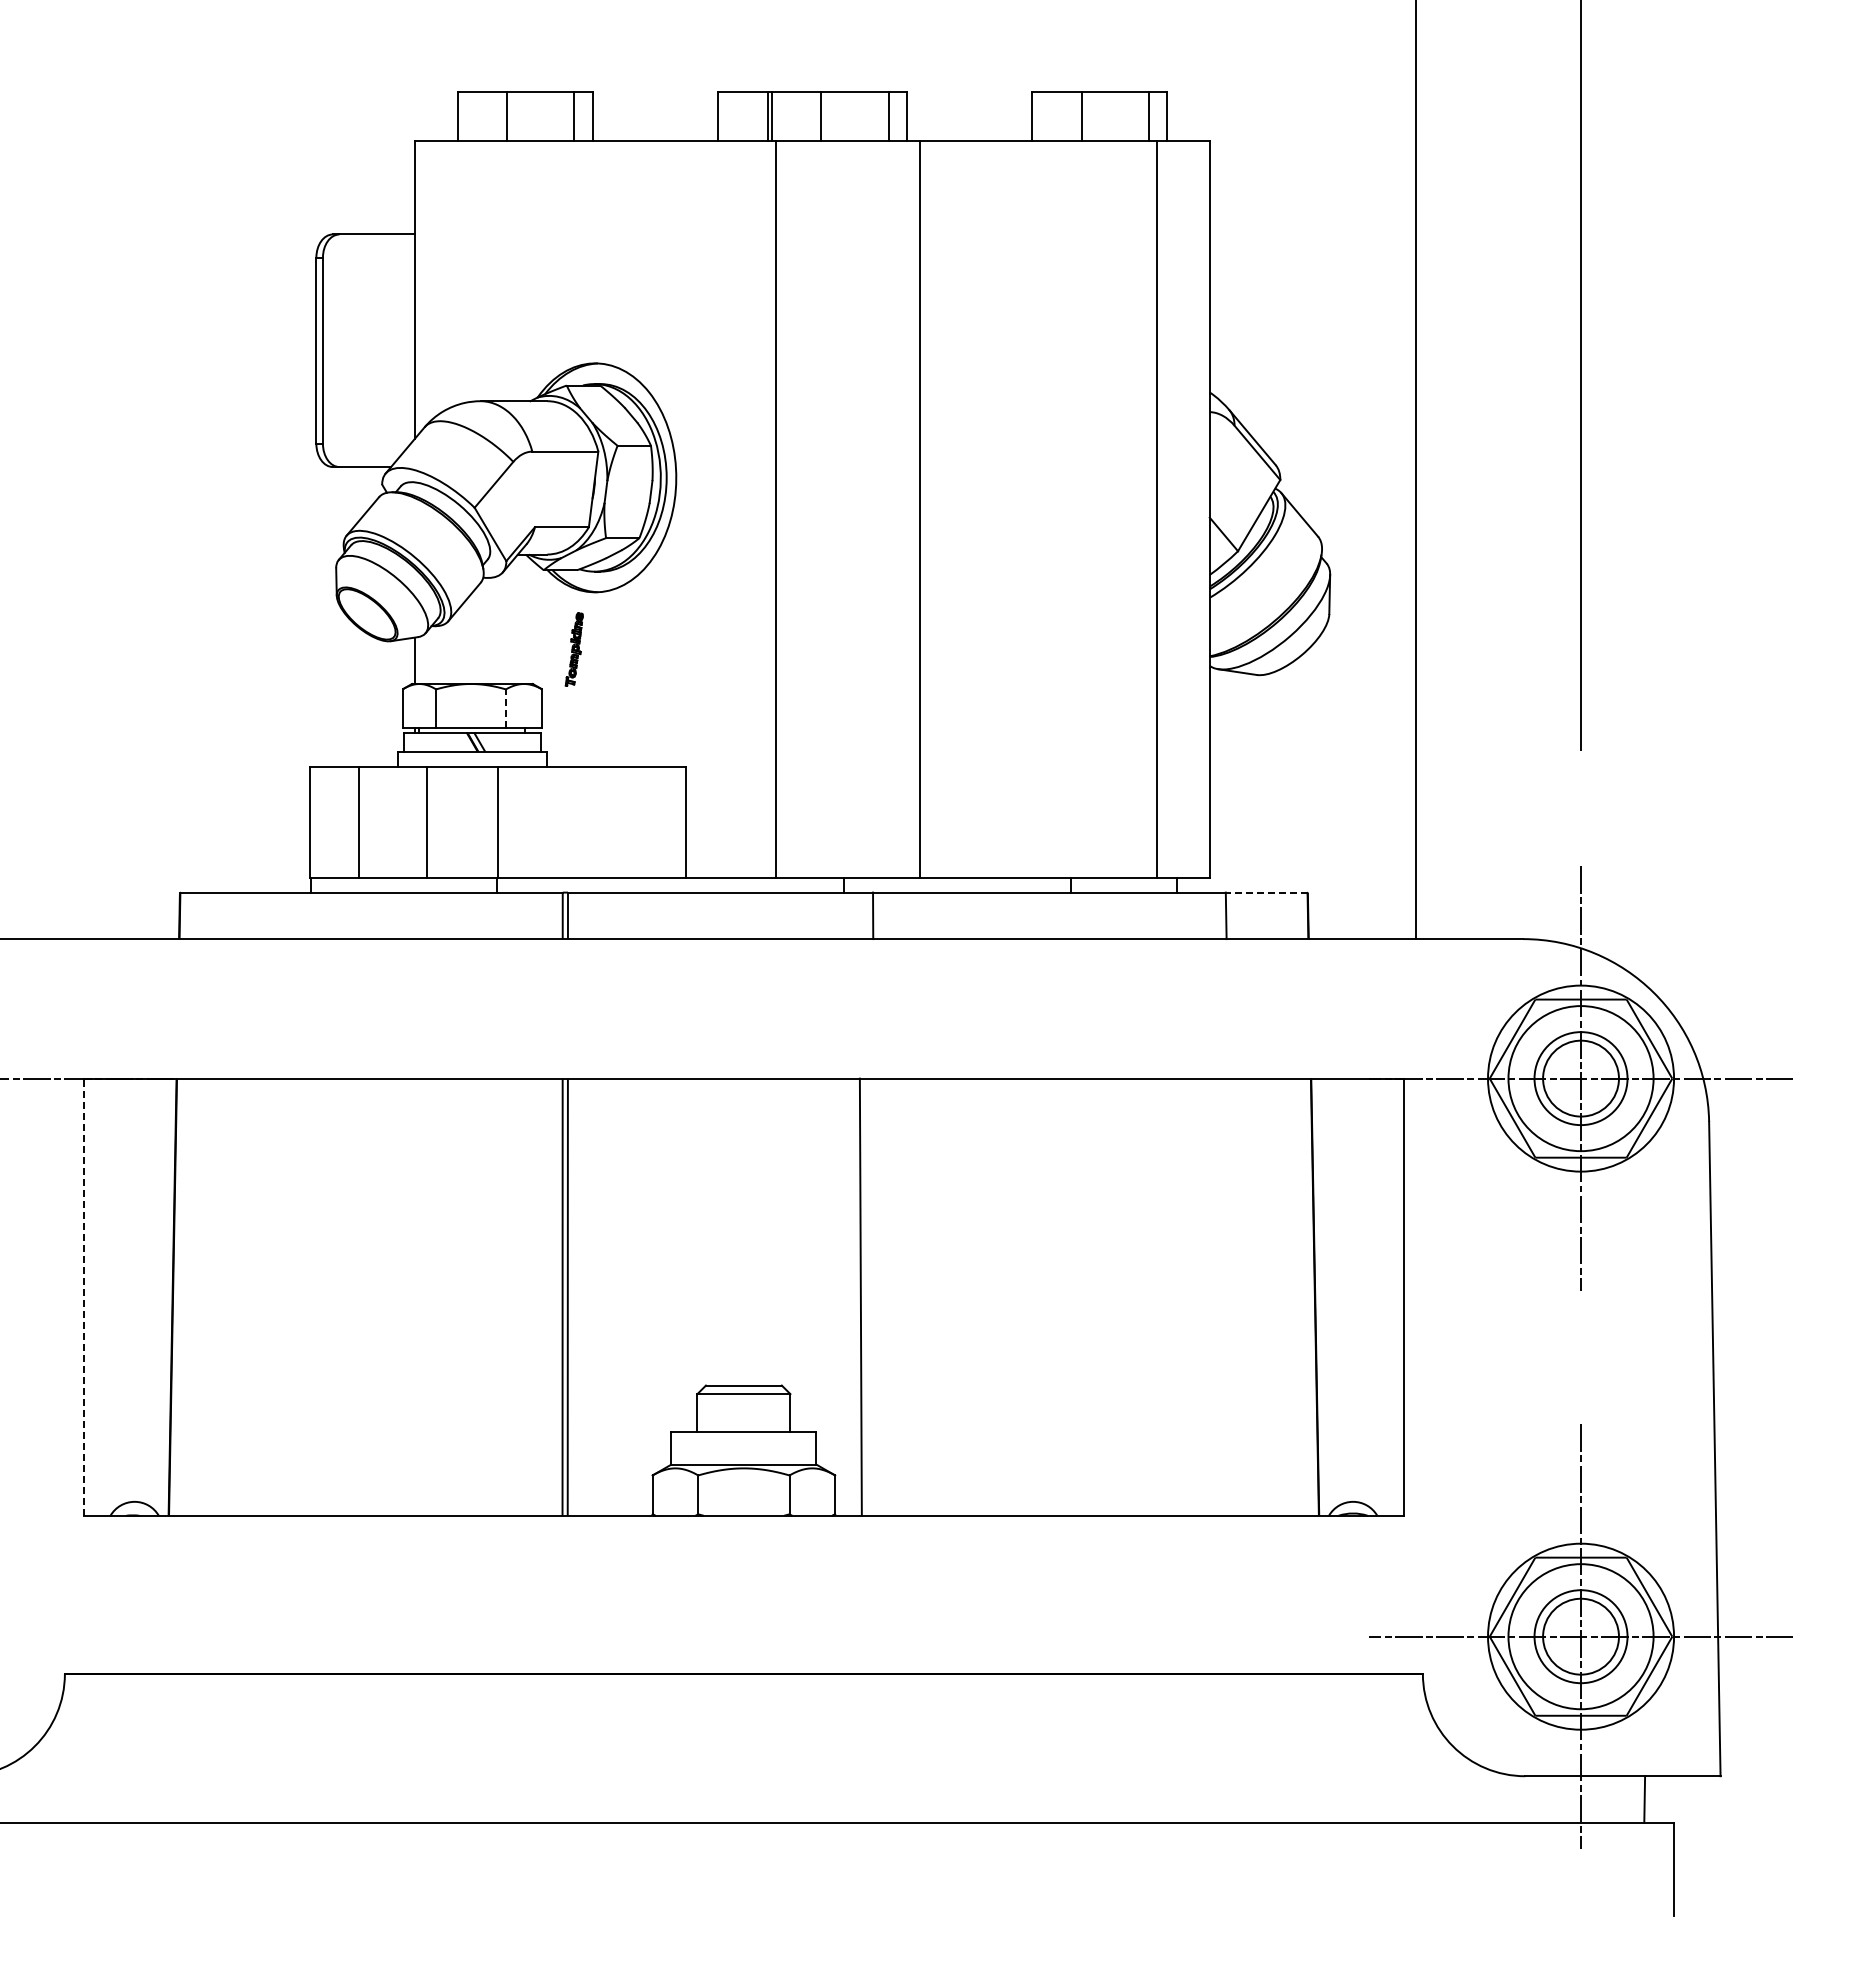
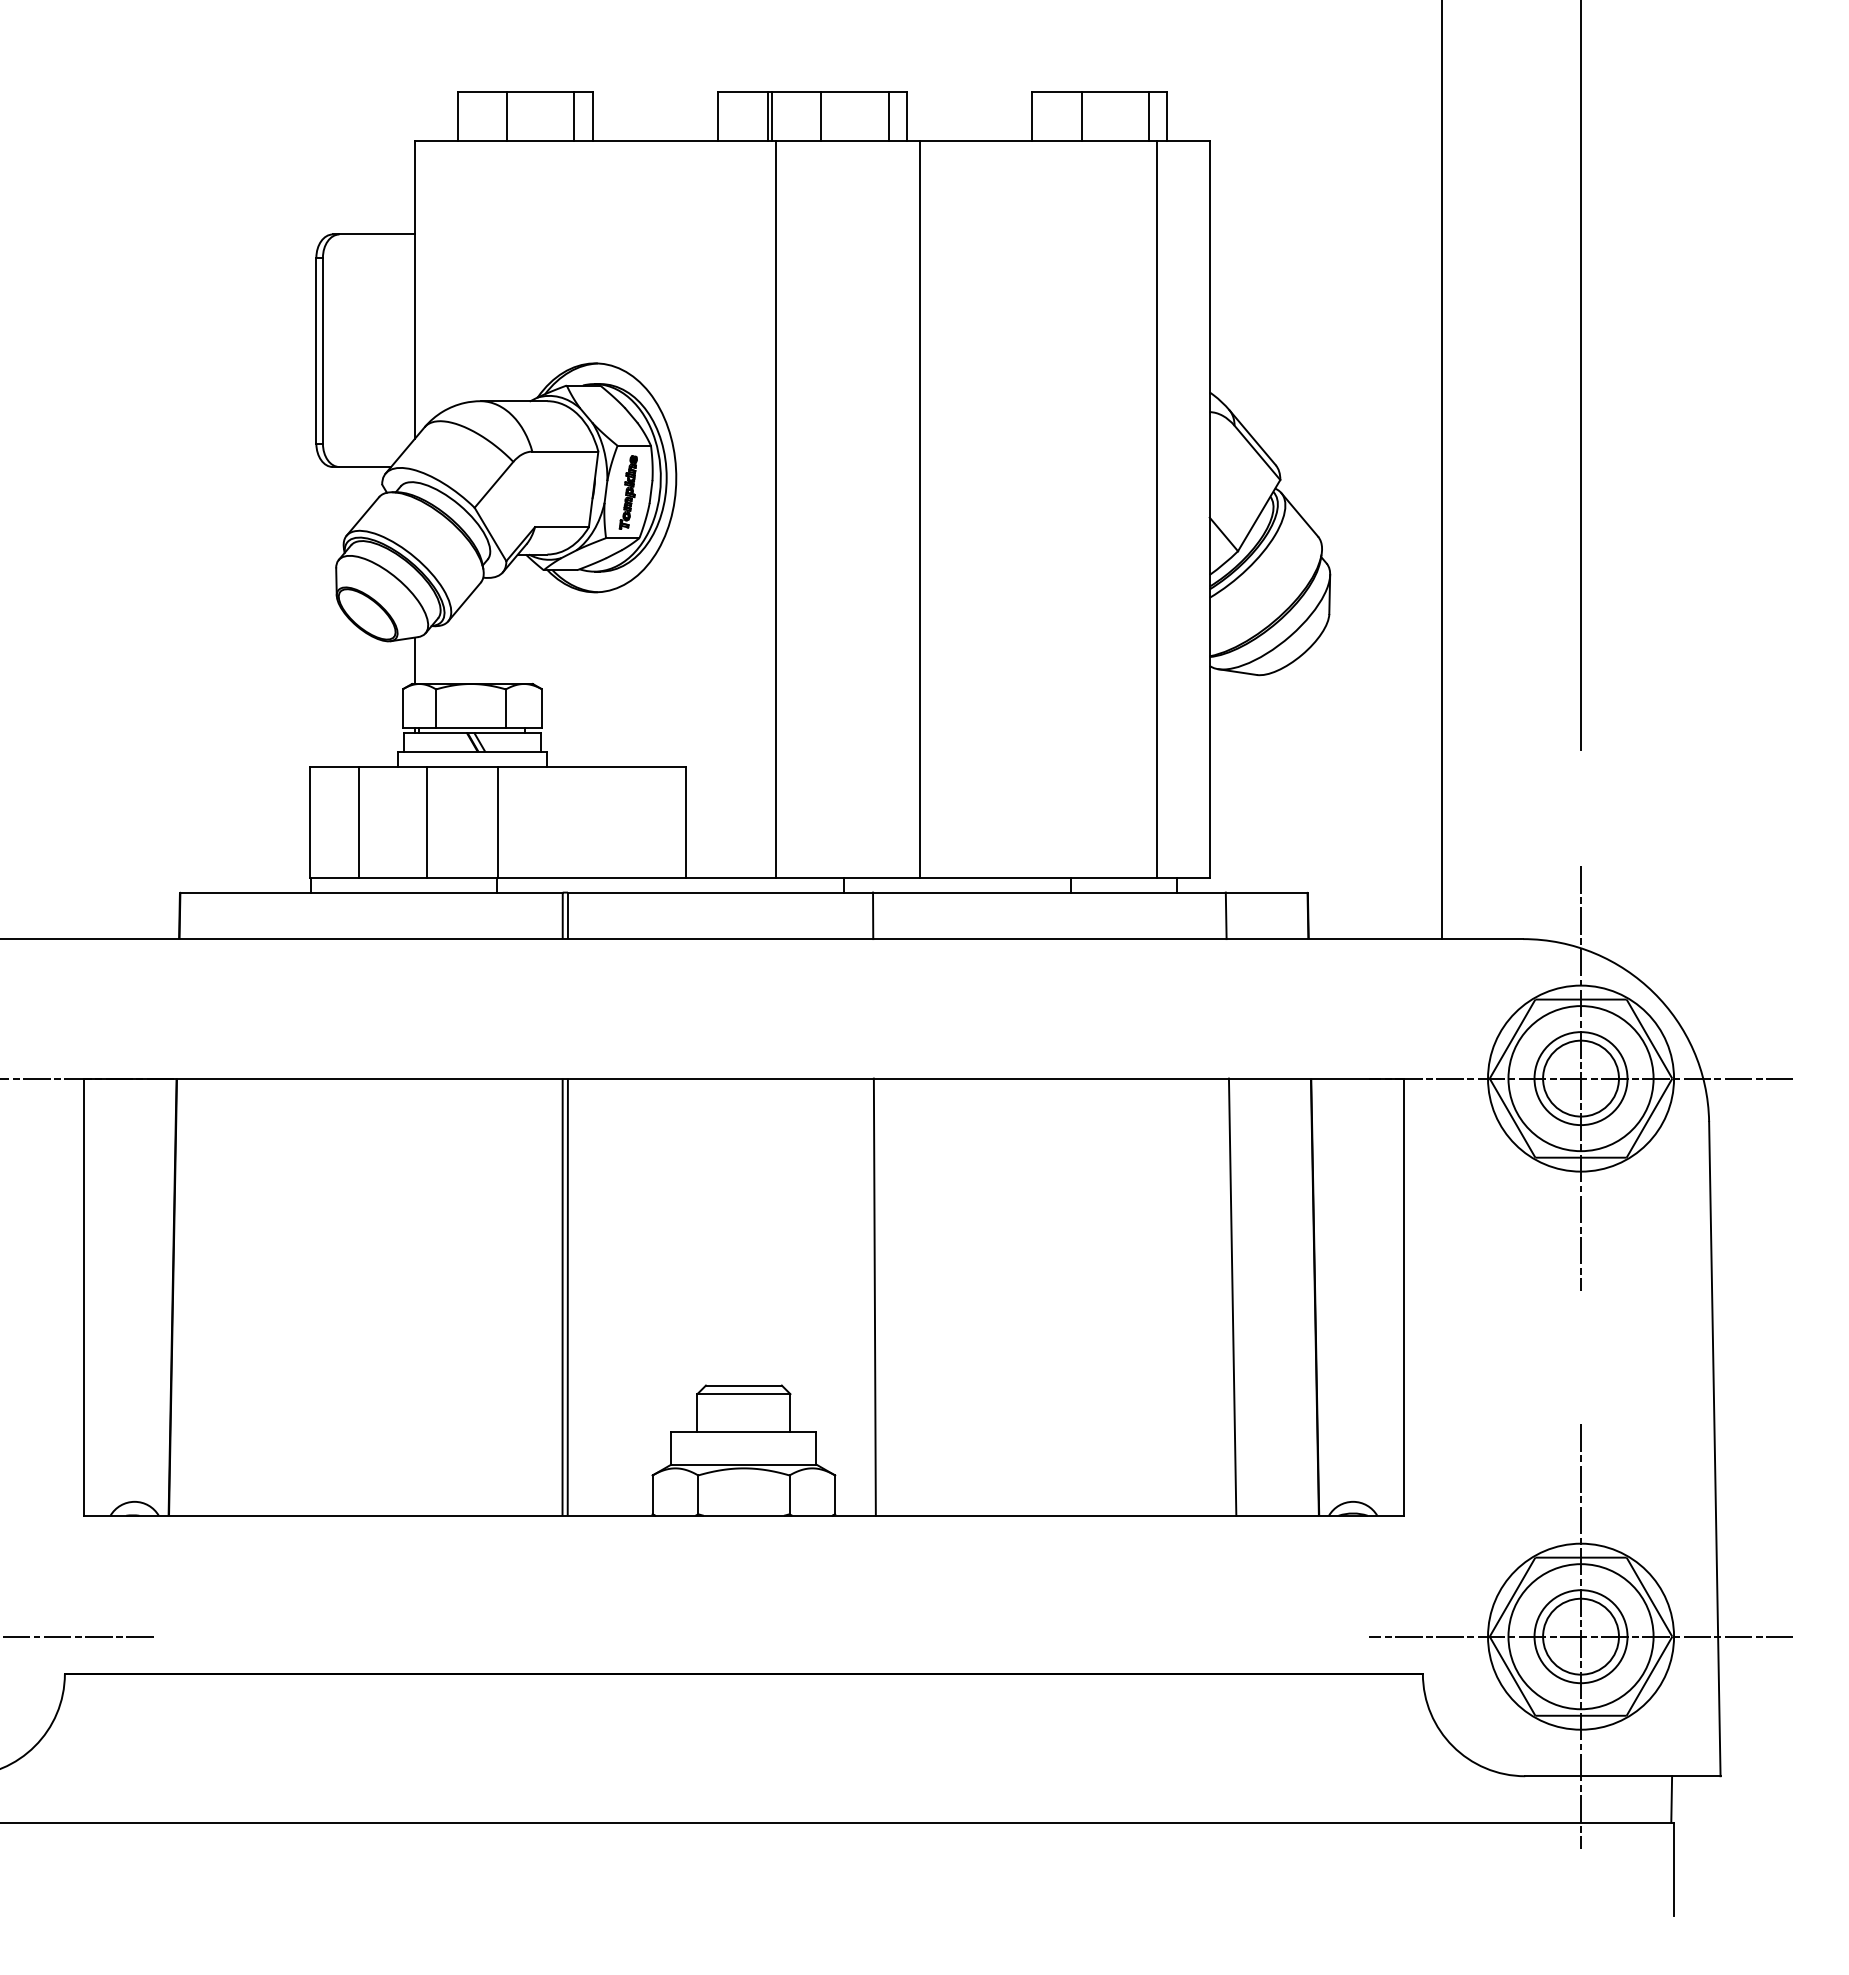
line at (1415, 470) position: (1415, 470) -> (1441, 470)
part at (573, 649) position: (573, 649) -> (627, 492)
line at (505, 708): dashed -> solid
line at (1266, 892): dashed -> solid
line at (860, 1296) position: (860, 1296) -> (874, 1296)
line at (1232, 1296): none -> present
line at (83, 1297): dashed -> solid
line at (77, 1636): none -> present
line at (1644, 1799) position: (1644, 1799) -> (1671, 1799)
